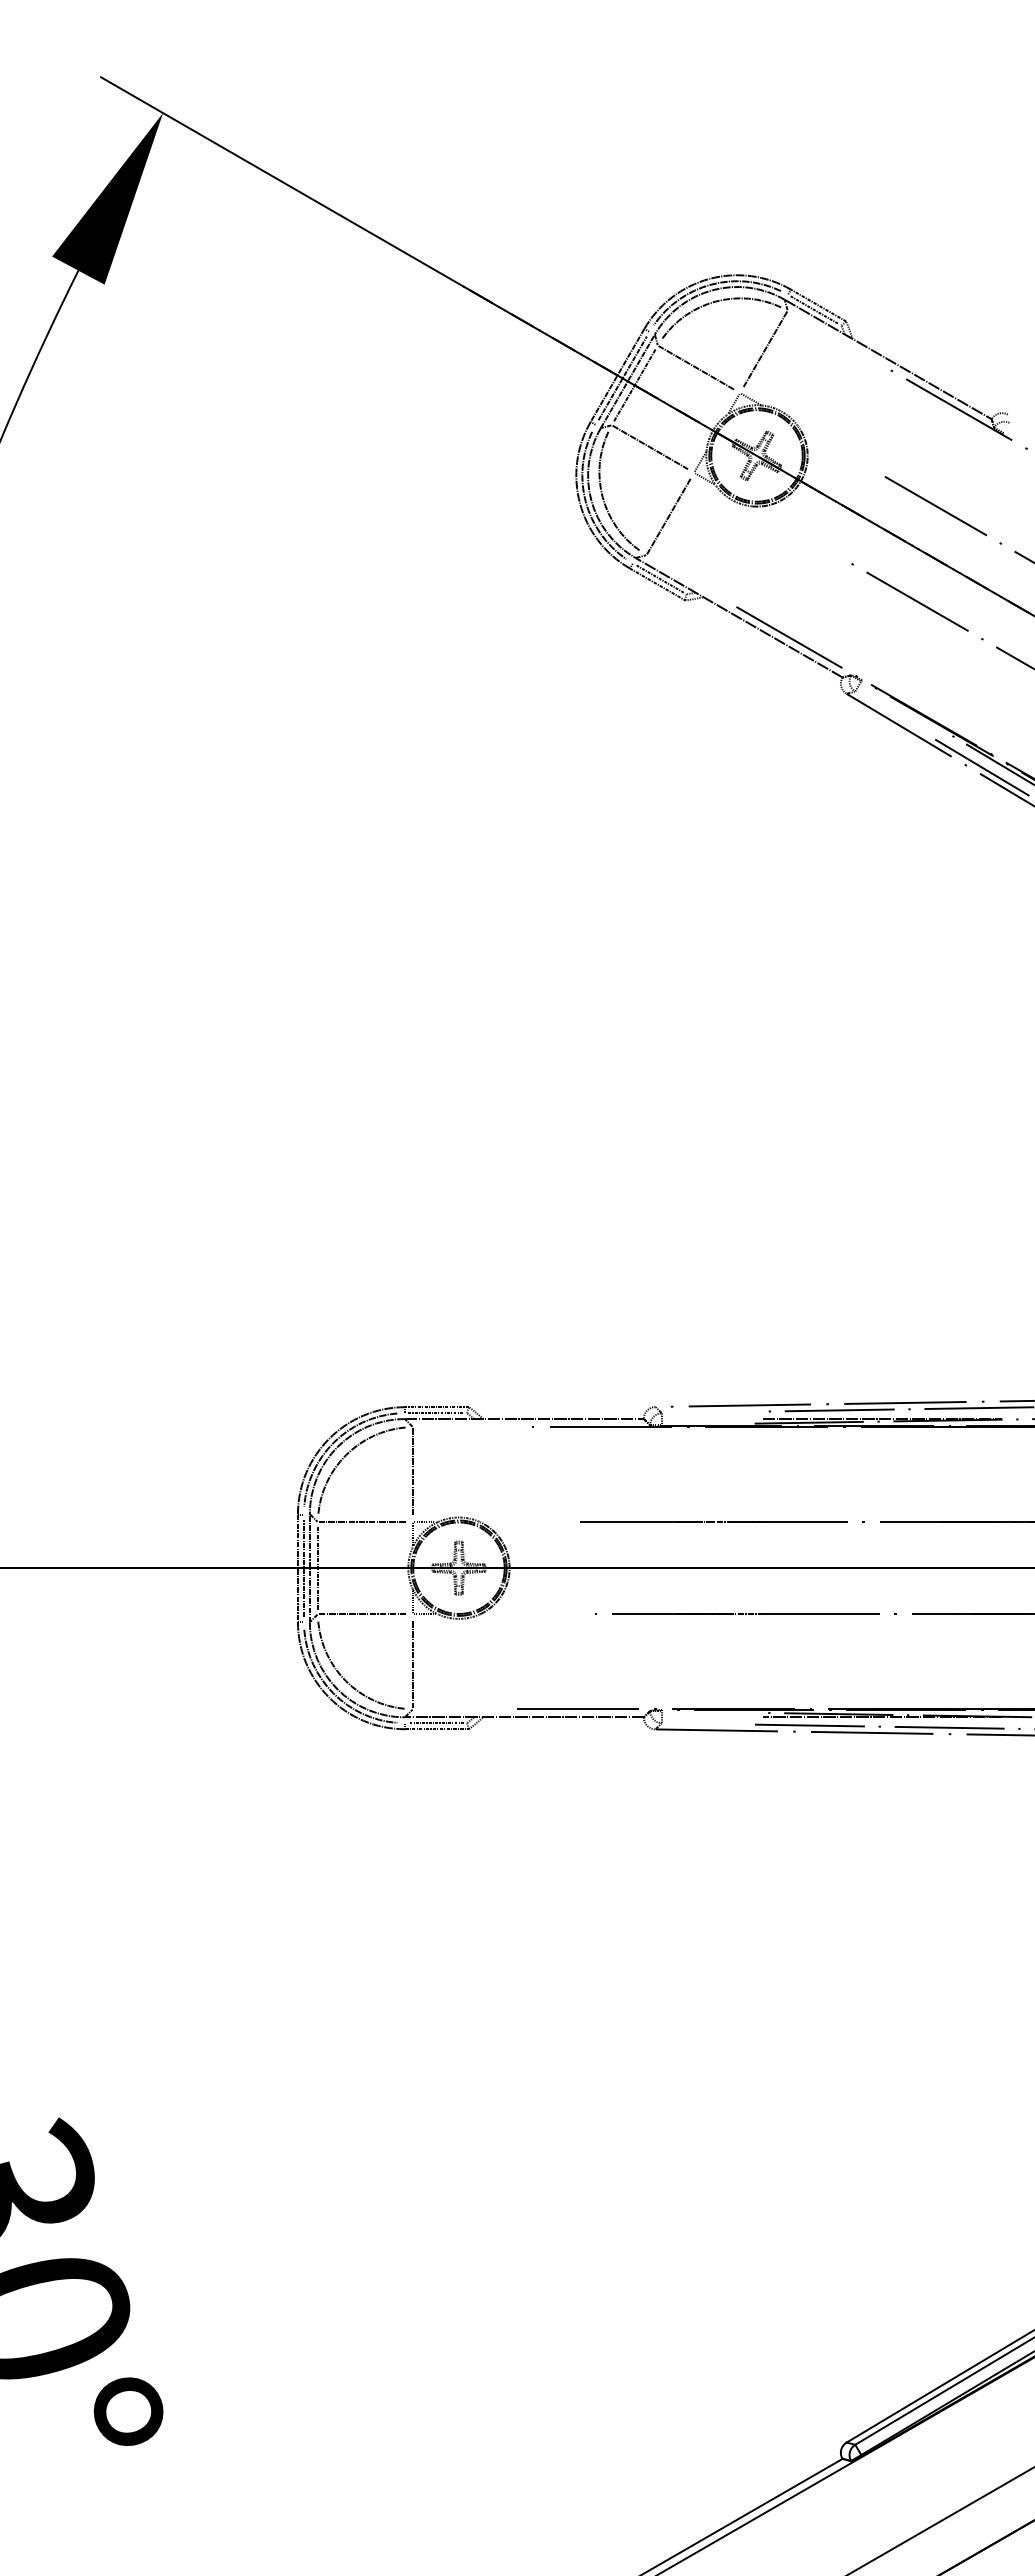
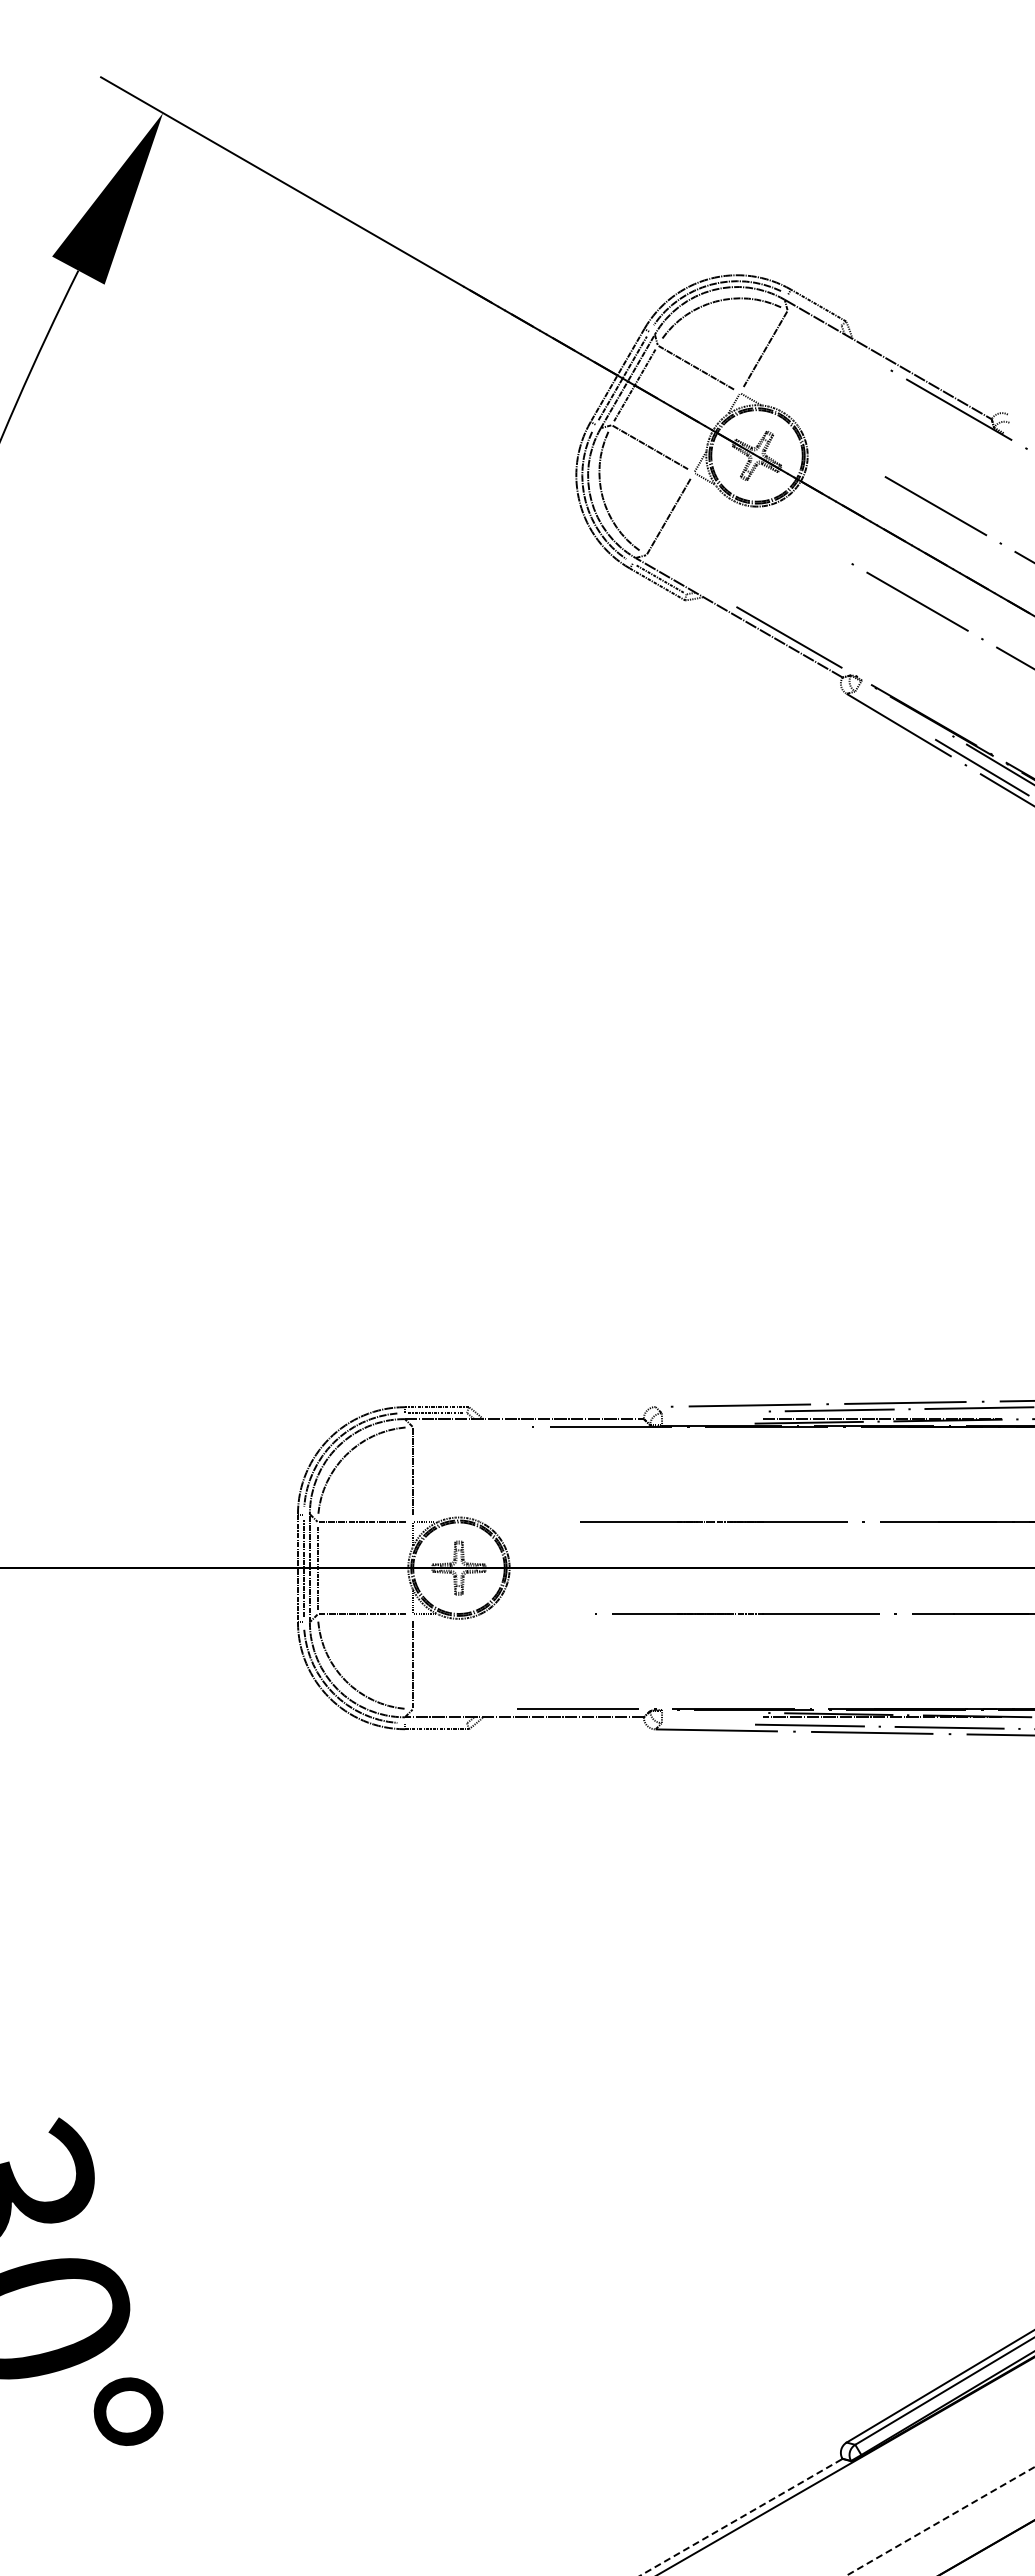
line at (814, 310): present -> none
line at (435, 1723): present -> none
line at (741, 2517): solid -> dashed
line at (941, 2521): solid -> dashed
